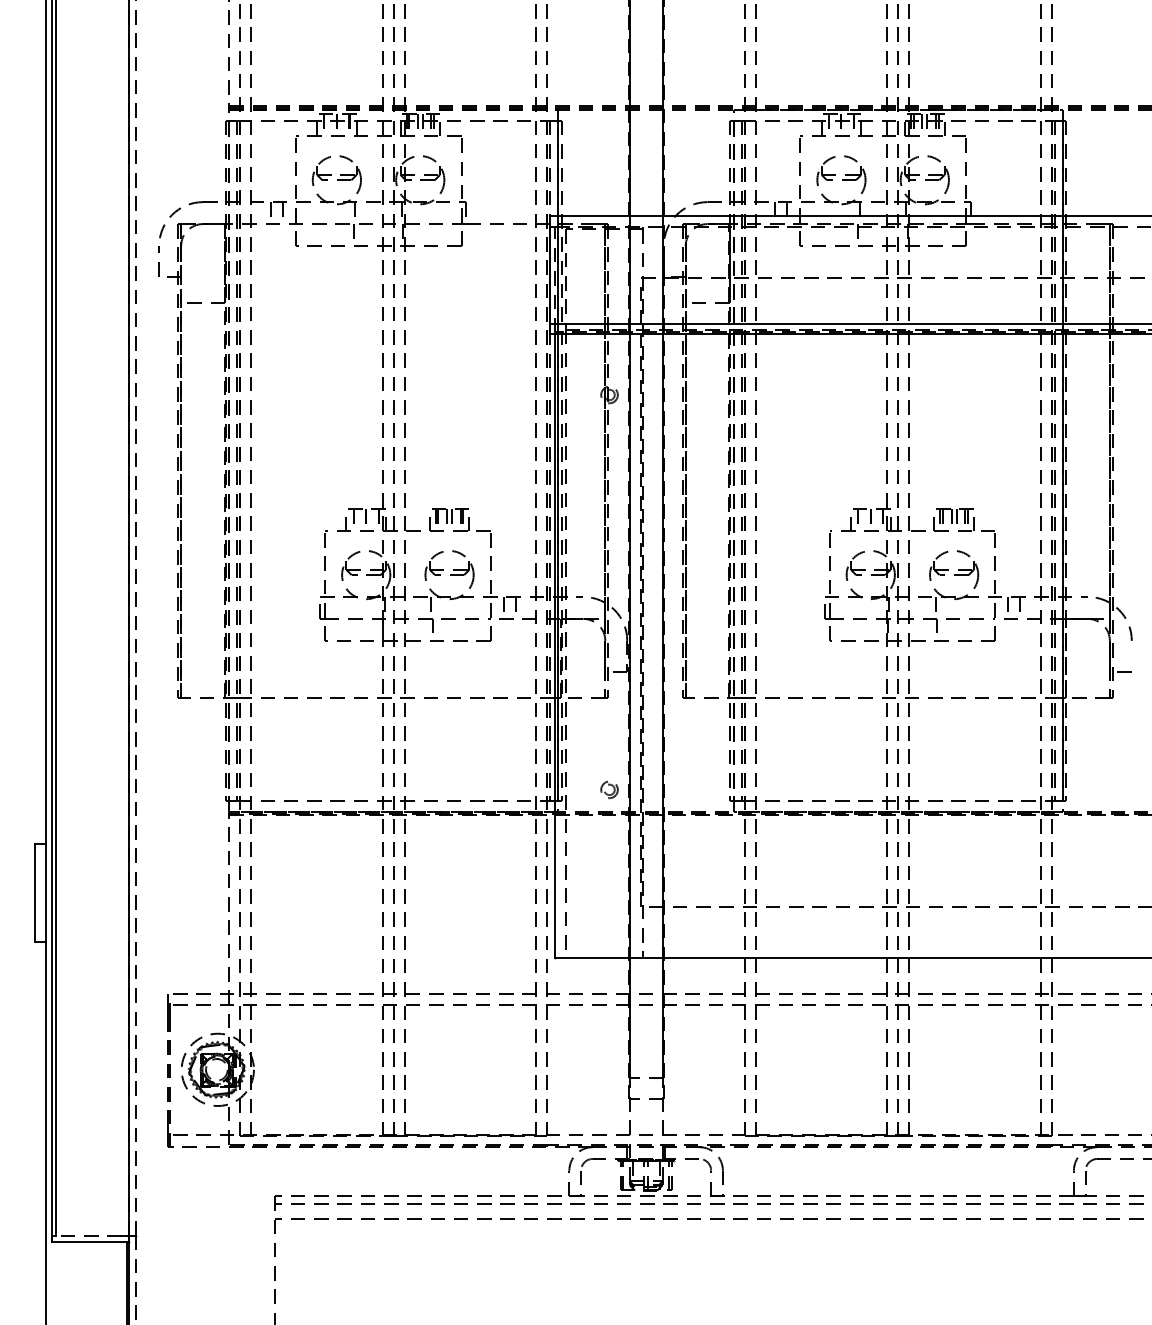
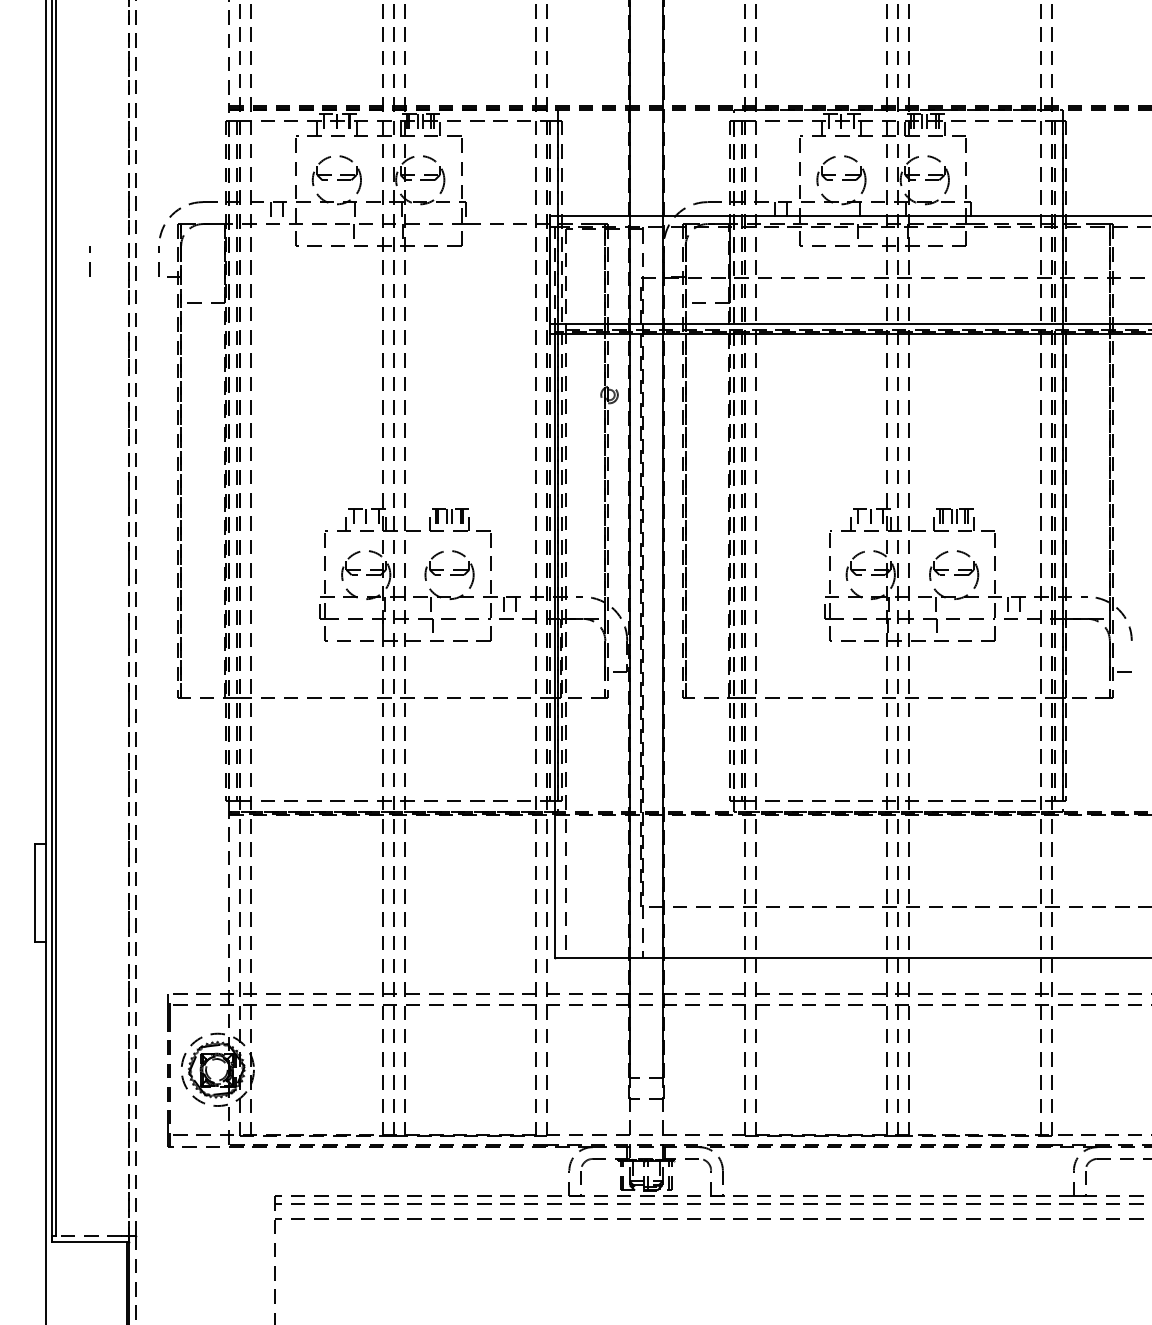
line at (89, 262): none -> present
line at (128, 617): solid -> dashed
part at (609, 789): present -> none
